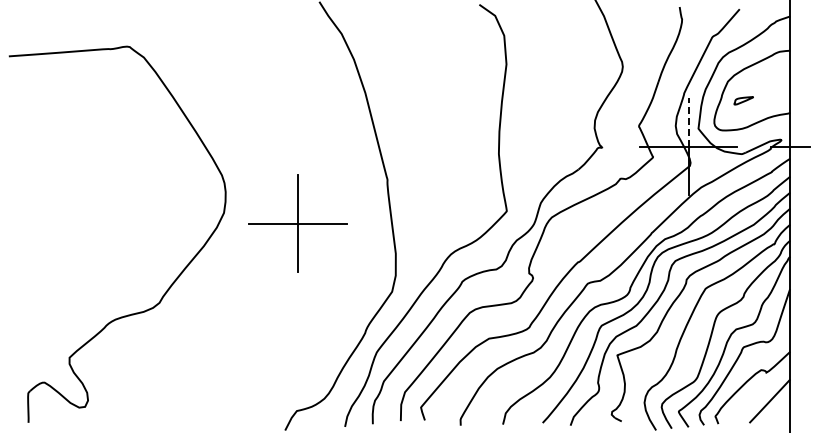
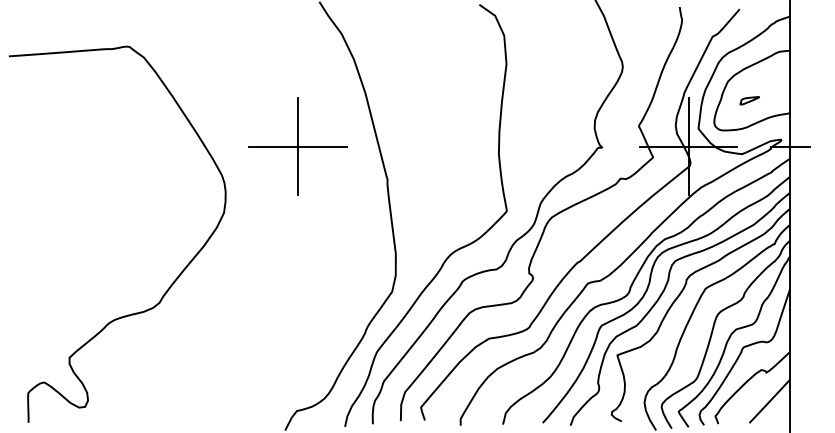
part at (743, 100) position: (743, 100) -> (749, 100)
line at (688, 122): dashed -> solid
part at (297, 223) position: (297, 223) -> (297, 146)
